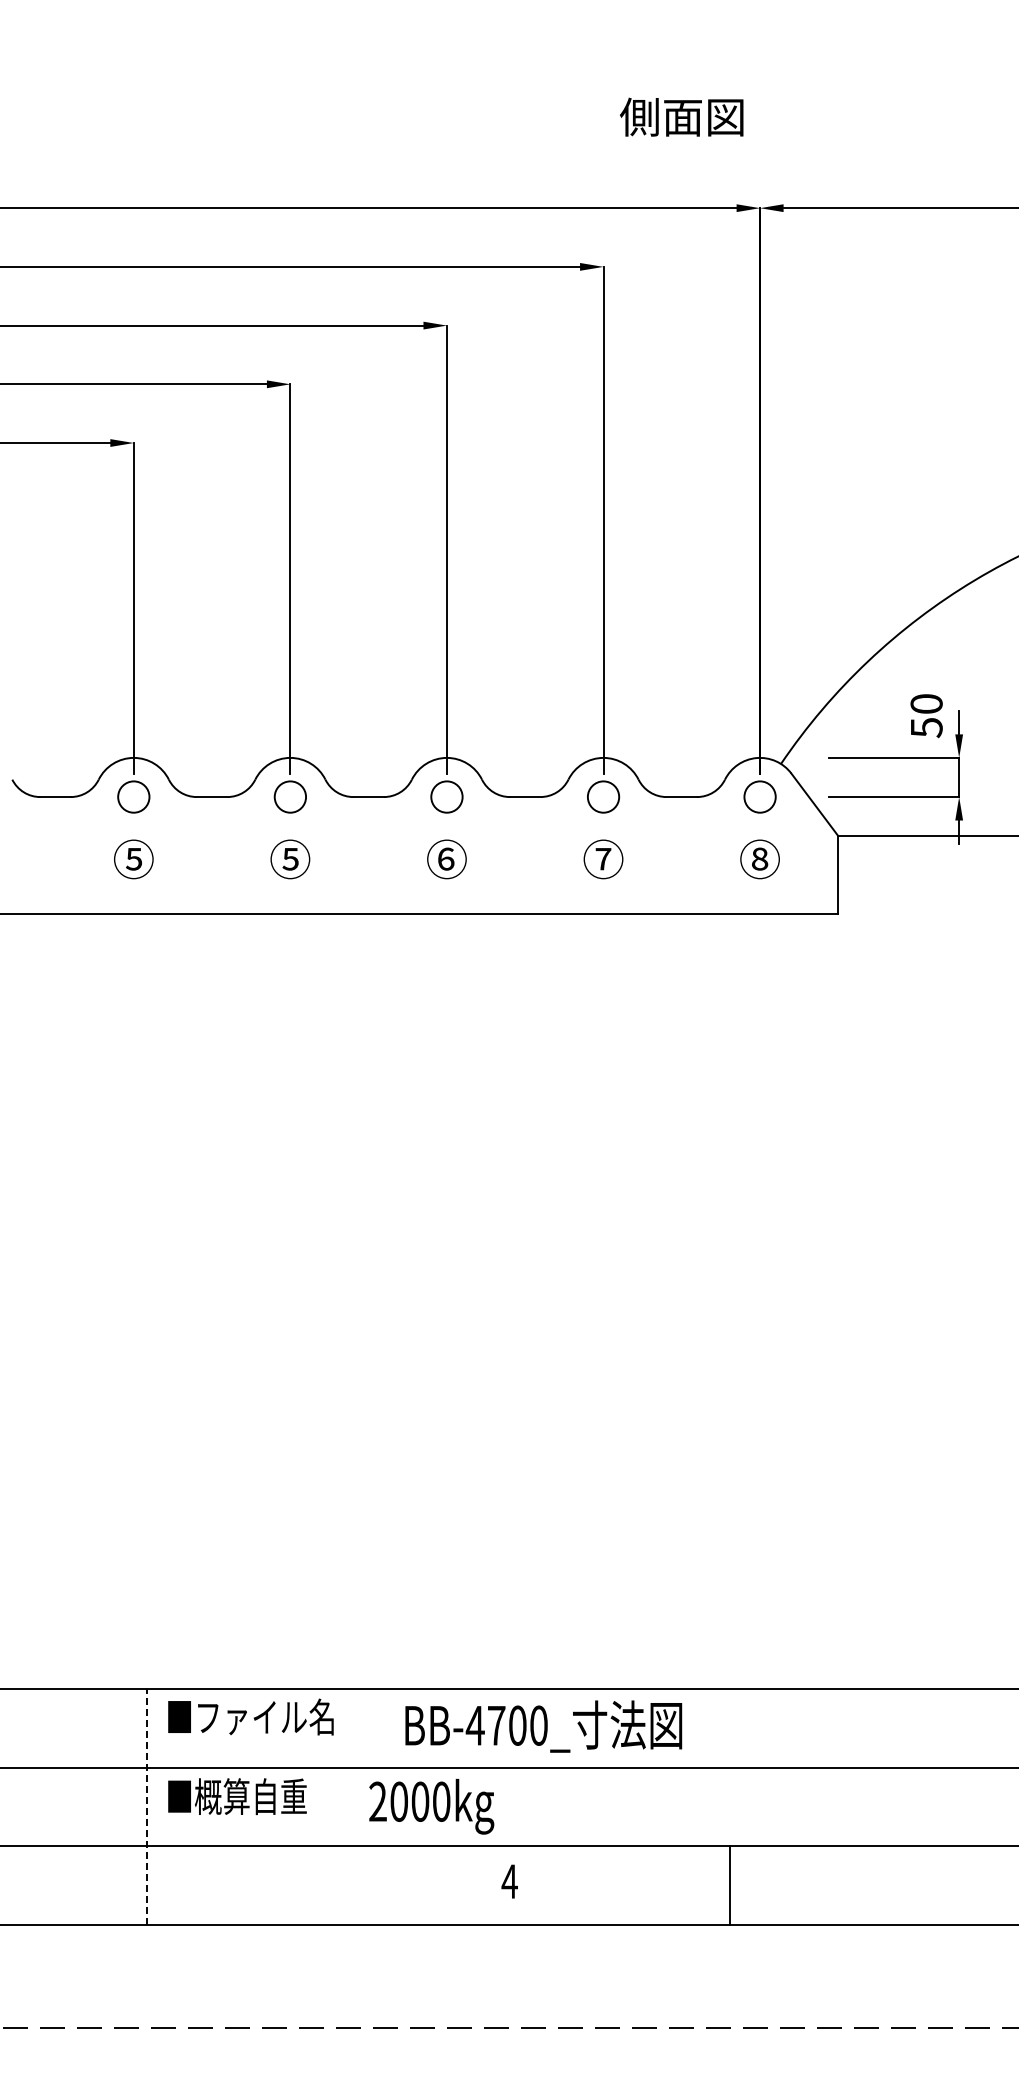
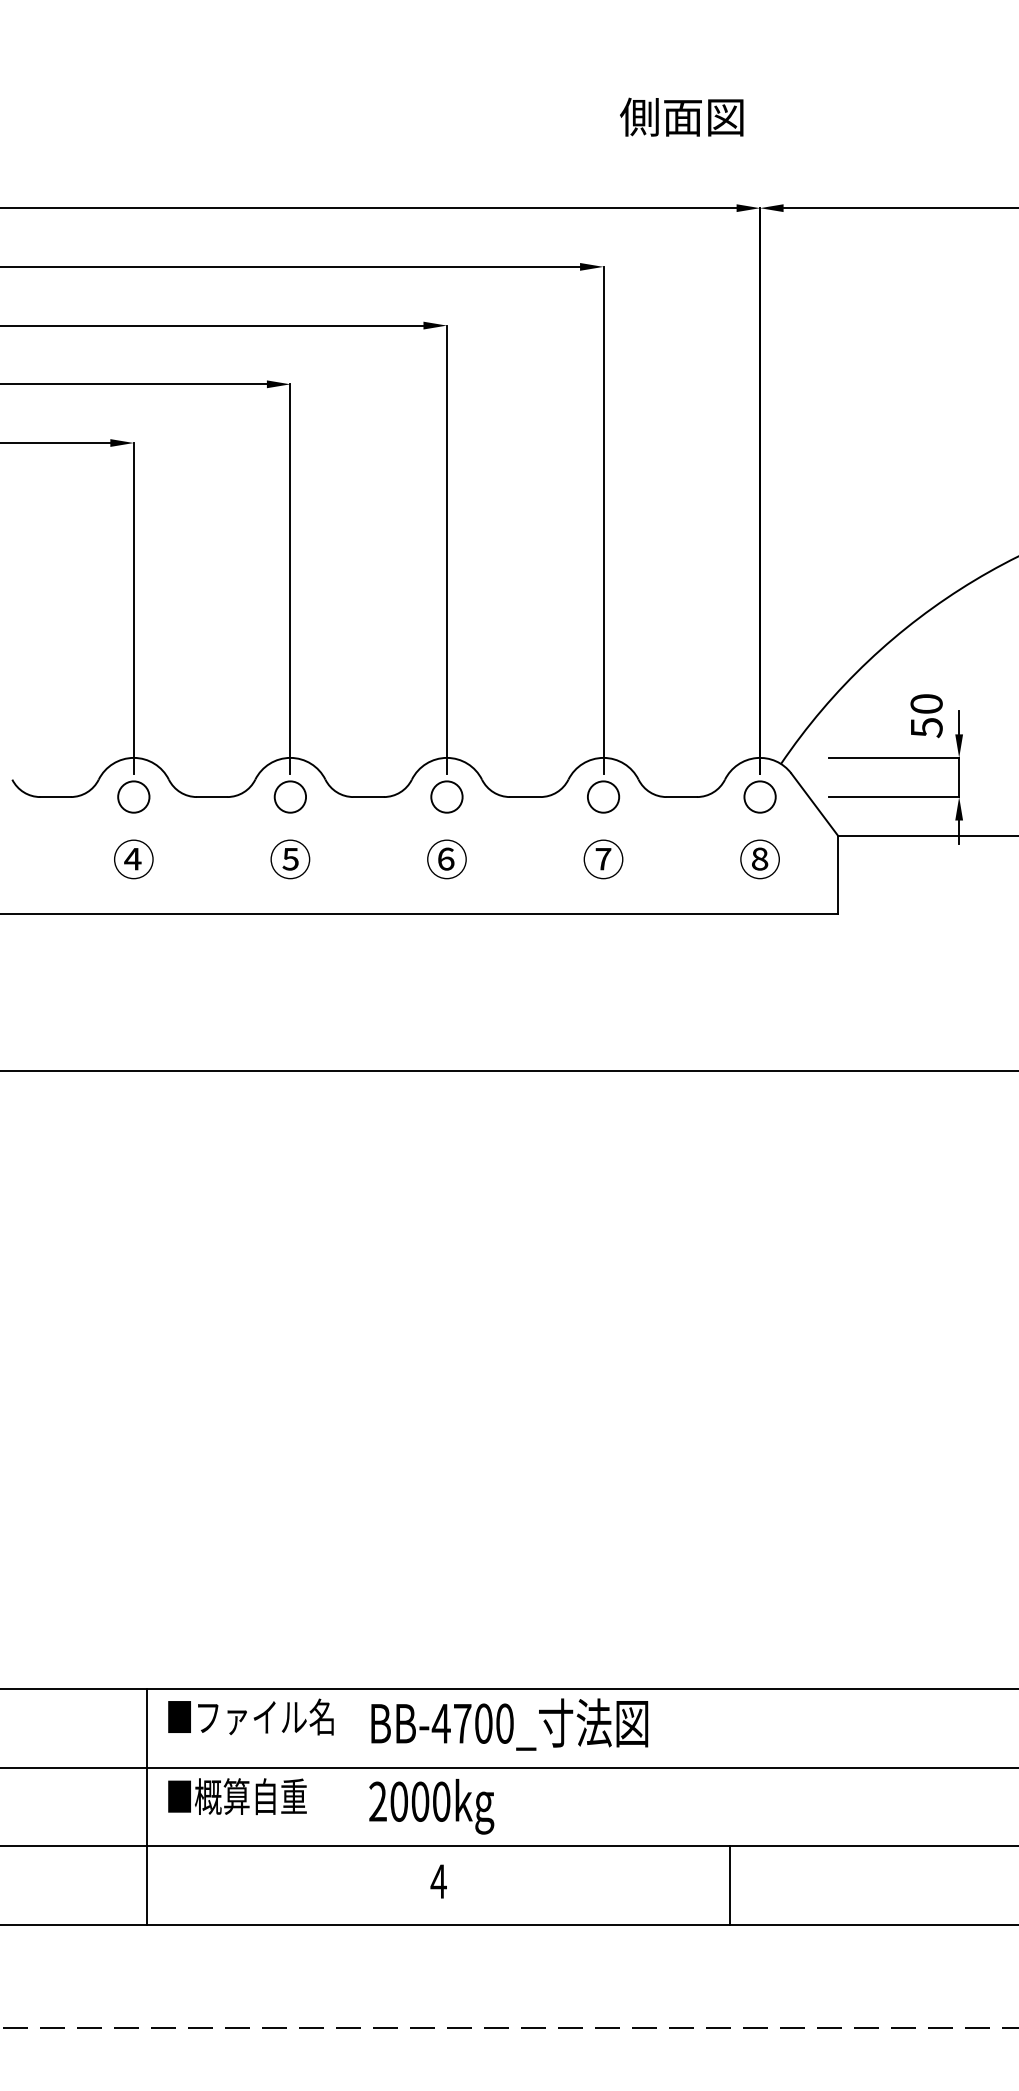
text at (132, 859): ⑤ -> ④
line at (508, 1071): none -> present
text at (543, 1726) position: (543, 1726) -> (509, 1724)
line at (146, 1806): dashed -> solid
text at (509, 1881) position: (509, 1881) -> (438, 1881)
